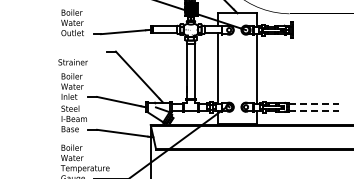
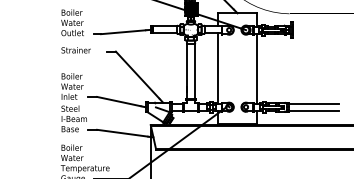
text at (72, 62) position: (72, 62) -> (75, 50)
line at (314, 103): dashed -> solid
line at (314, 111): dashed -> solid
